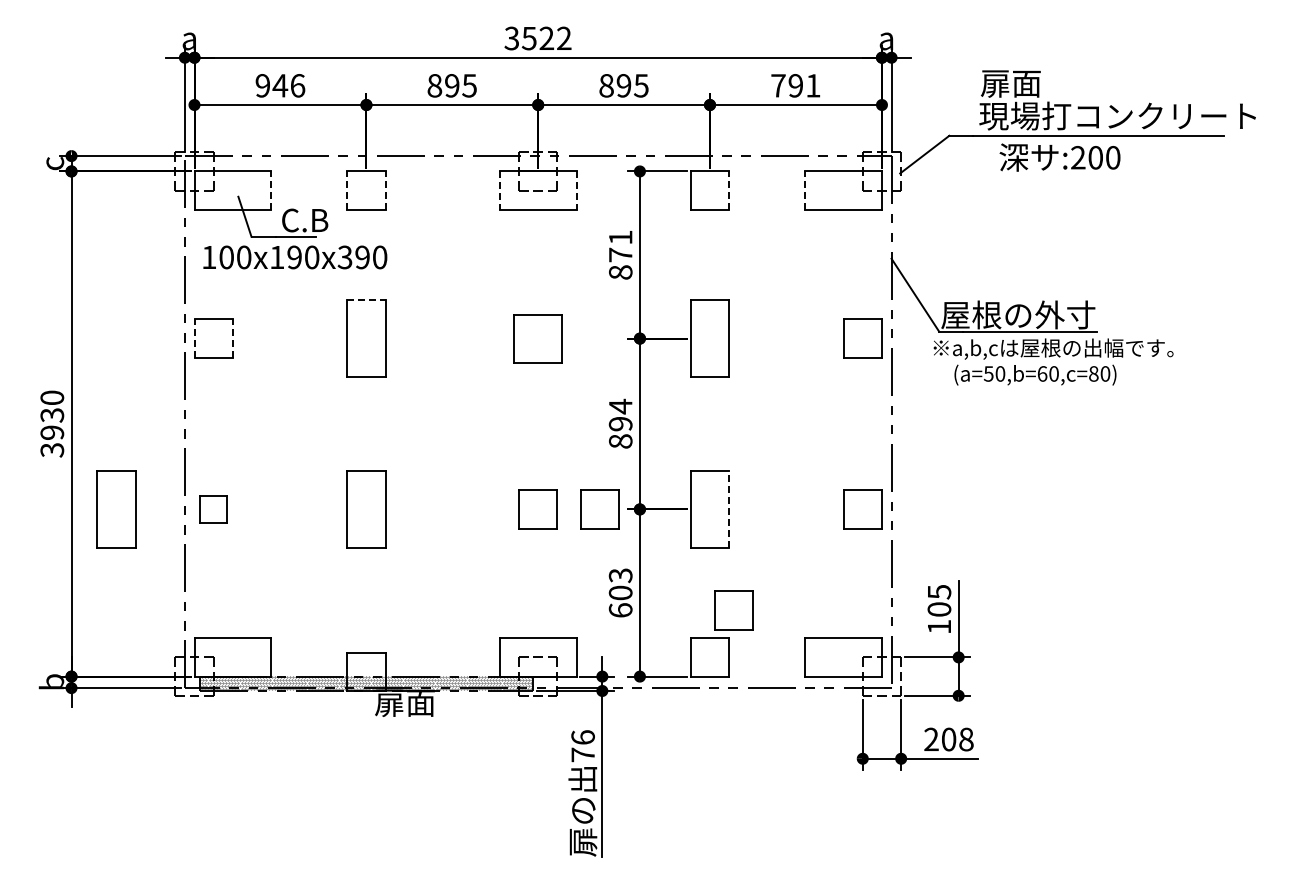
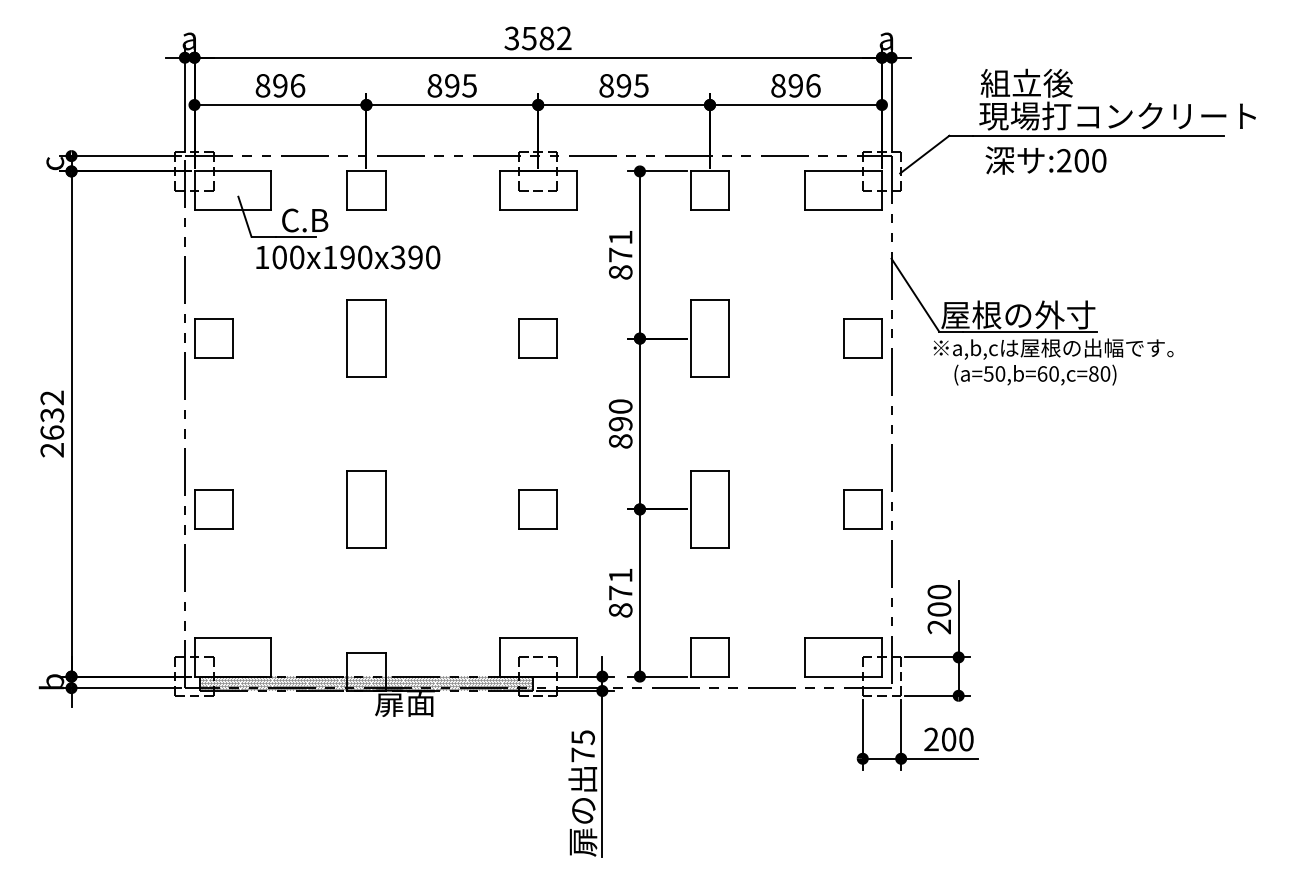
text at (546, 38): 3522 -> 3582
text at (1026, 82): 扉面 -> 組立後
text at (271, 85): 946 -> 896
text at (795, 85): 791 -> 896
text at (1059, 157) position: (1059, 157) -> (1045, 160)
line at (271, 190): dashed -> solid
line at (347, 190): dashed -> solid
line at (385, 190): dashed -> solid
line at (729, 190): dashed -> solid
line at (805, 190): dashed -> solid
line at (499, 191): dashed -> solid
line at (576, 191): dashed -> solid
text at (295, 257) position: (295, 257) -> (348, 257)
line at (366, 300): dashed -> solid
line at (194, 338): dashed -> solid
line at (232, 338): dashed -> solid
part at (537, 338) size: 50x50 px -> 40x41 px
text at (620, 406): 894 -> 890
text at (52, 423): 3930 -> 2632
line at (729, 508): dashed -> solid
part at (116, 509): present -> none
part at (213, 509) size: 29x29 px -> 40x41 px
part at (599, 509): present -> none
text at (620, 592): 603 -> 871
text at (939, 609): 105 -> 200
part at (733, 610): present -> none
text at (582, 737): 76 -> 75
text at (966, 739): 208 -> 200
